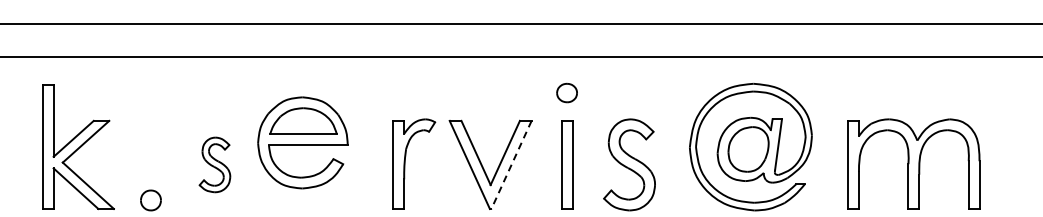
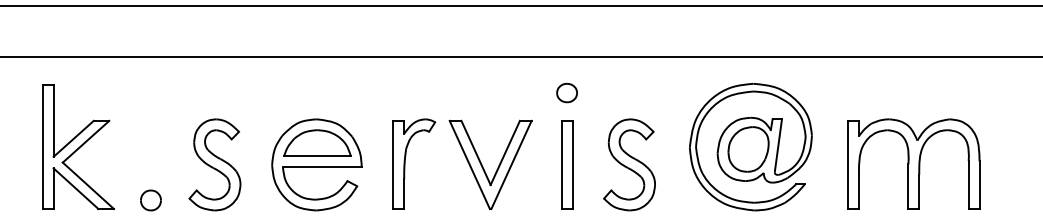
line at (520, 24) position: (520, 24) -> (520, 6)
part at (302, 142) position: (302, 142) -> (316, 164)
part at (214, 164) size: 34x58 px -> 54x94 px
line at (511, 165): dashed -> solid
